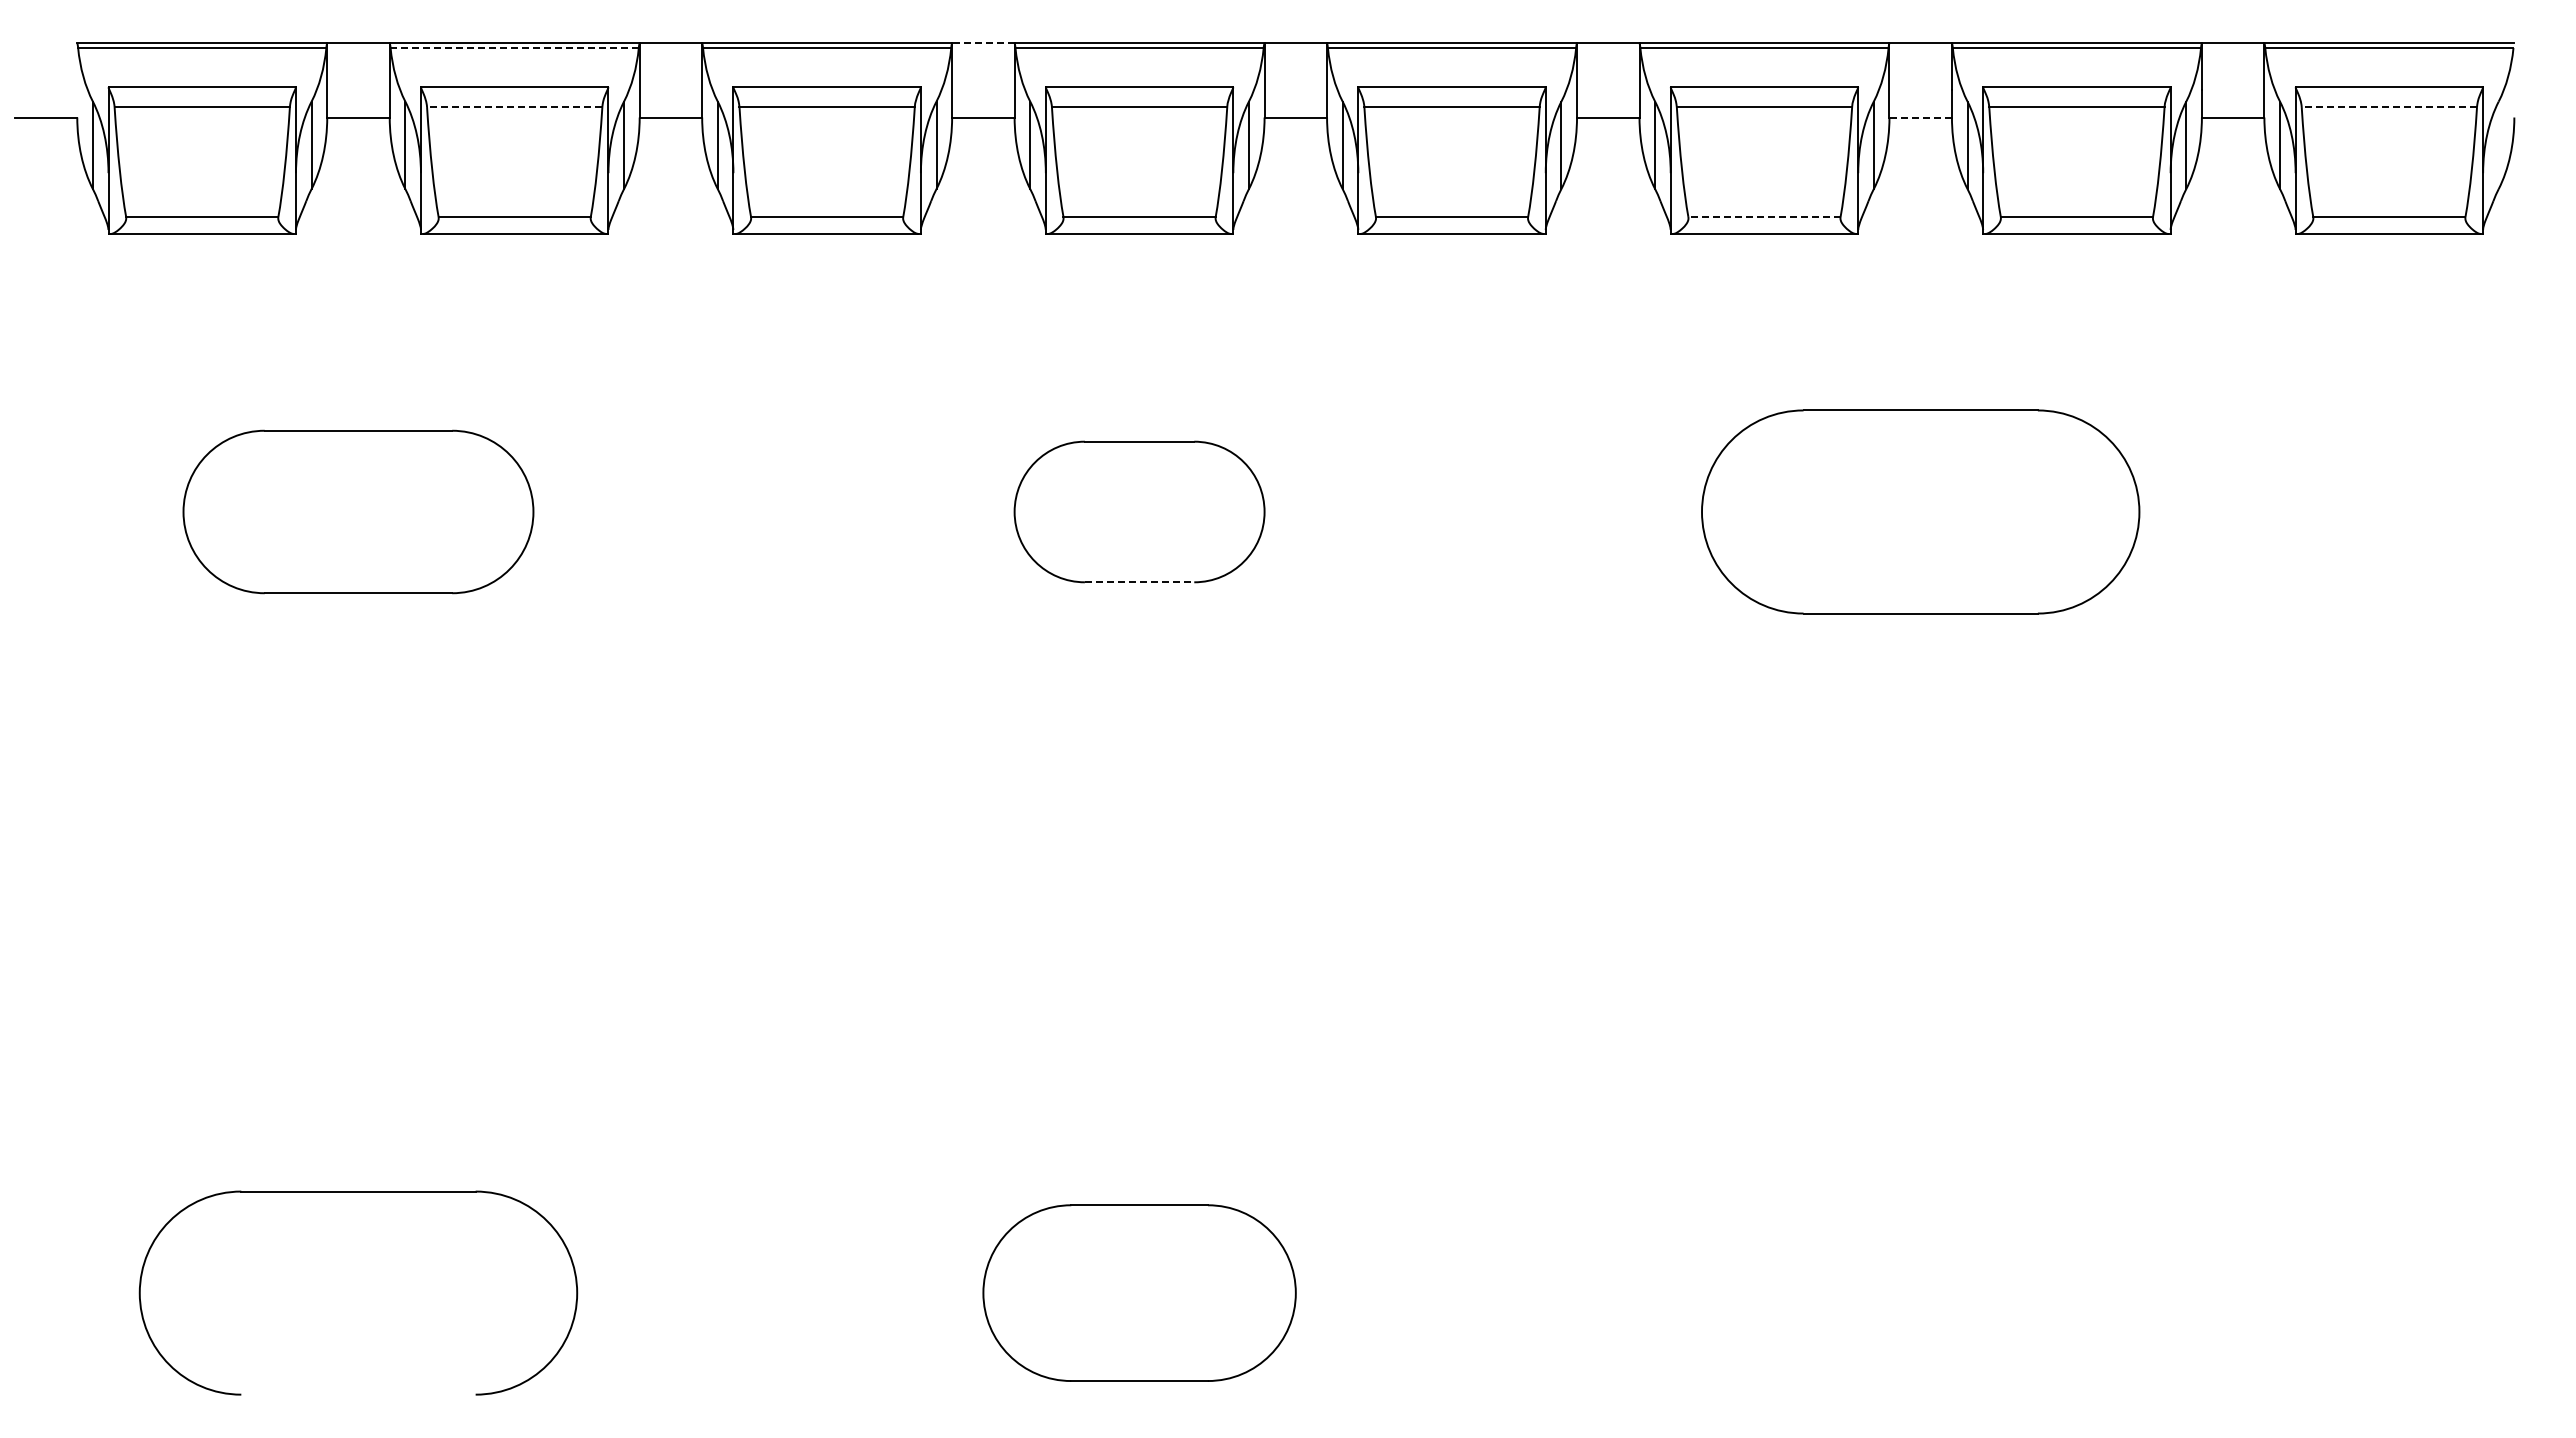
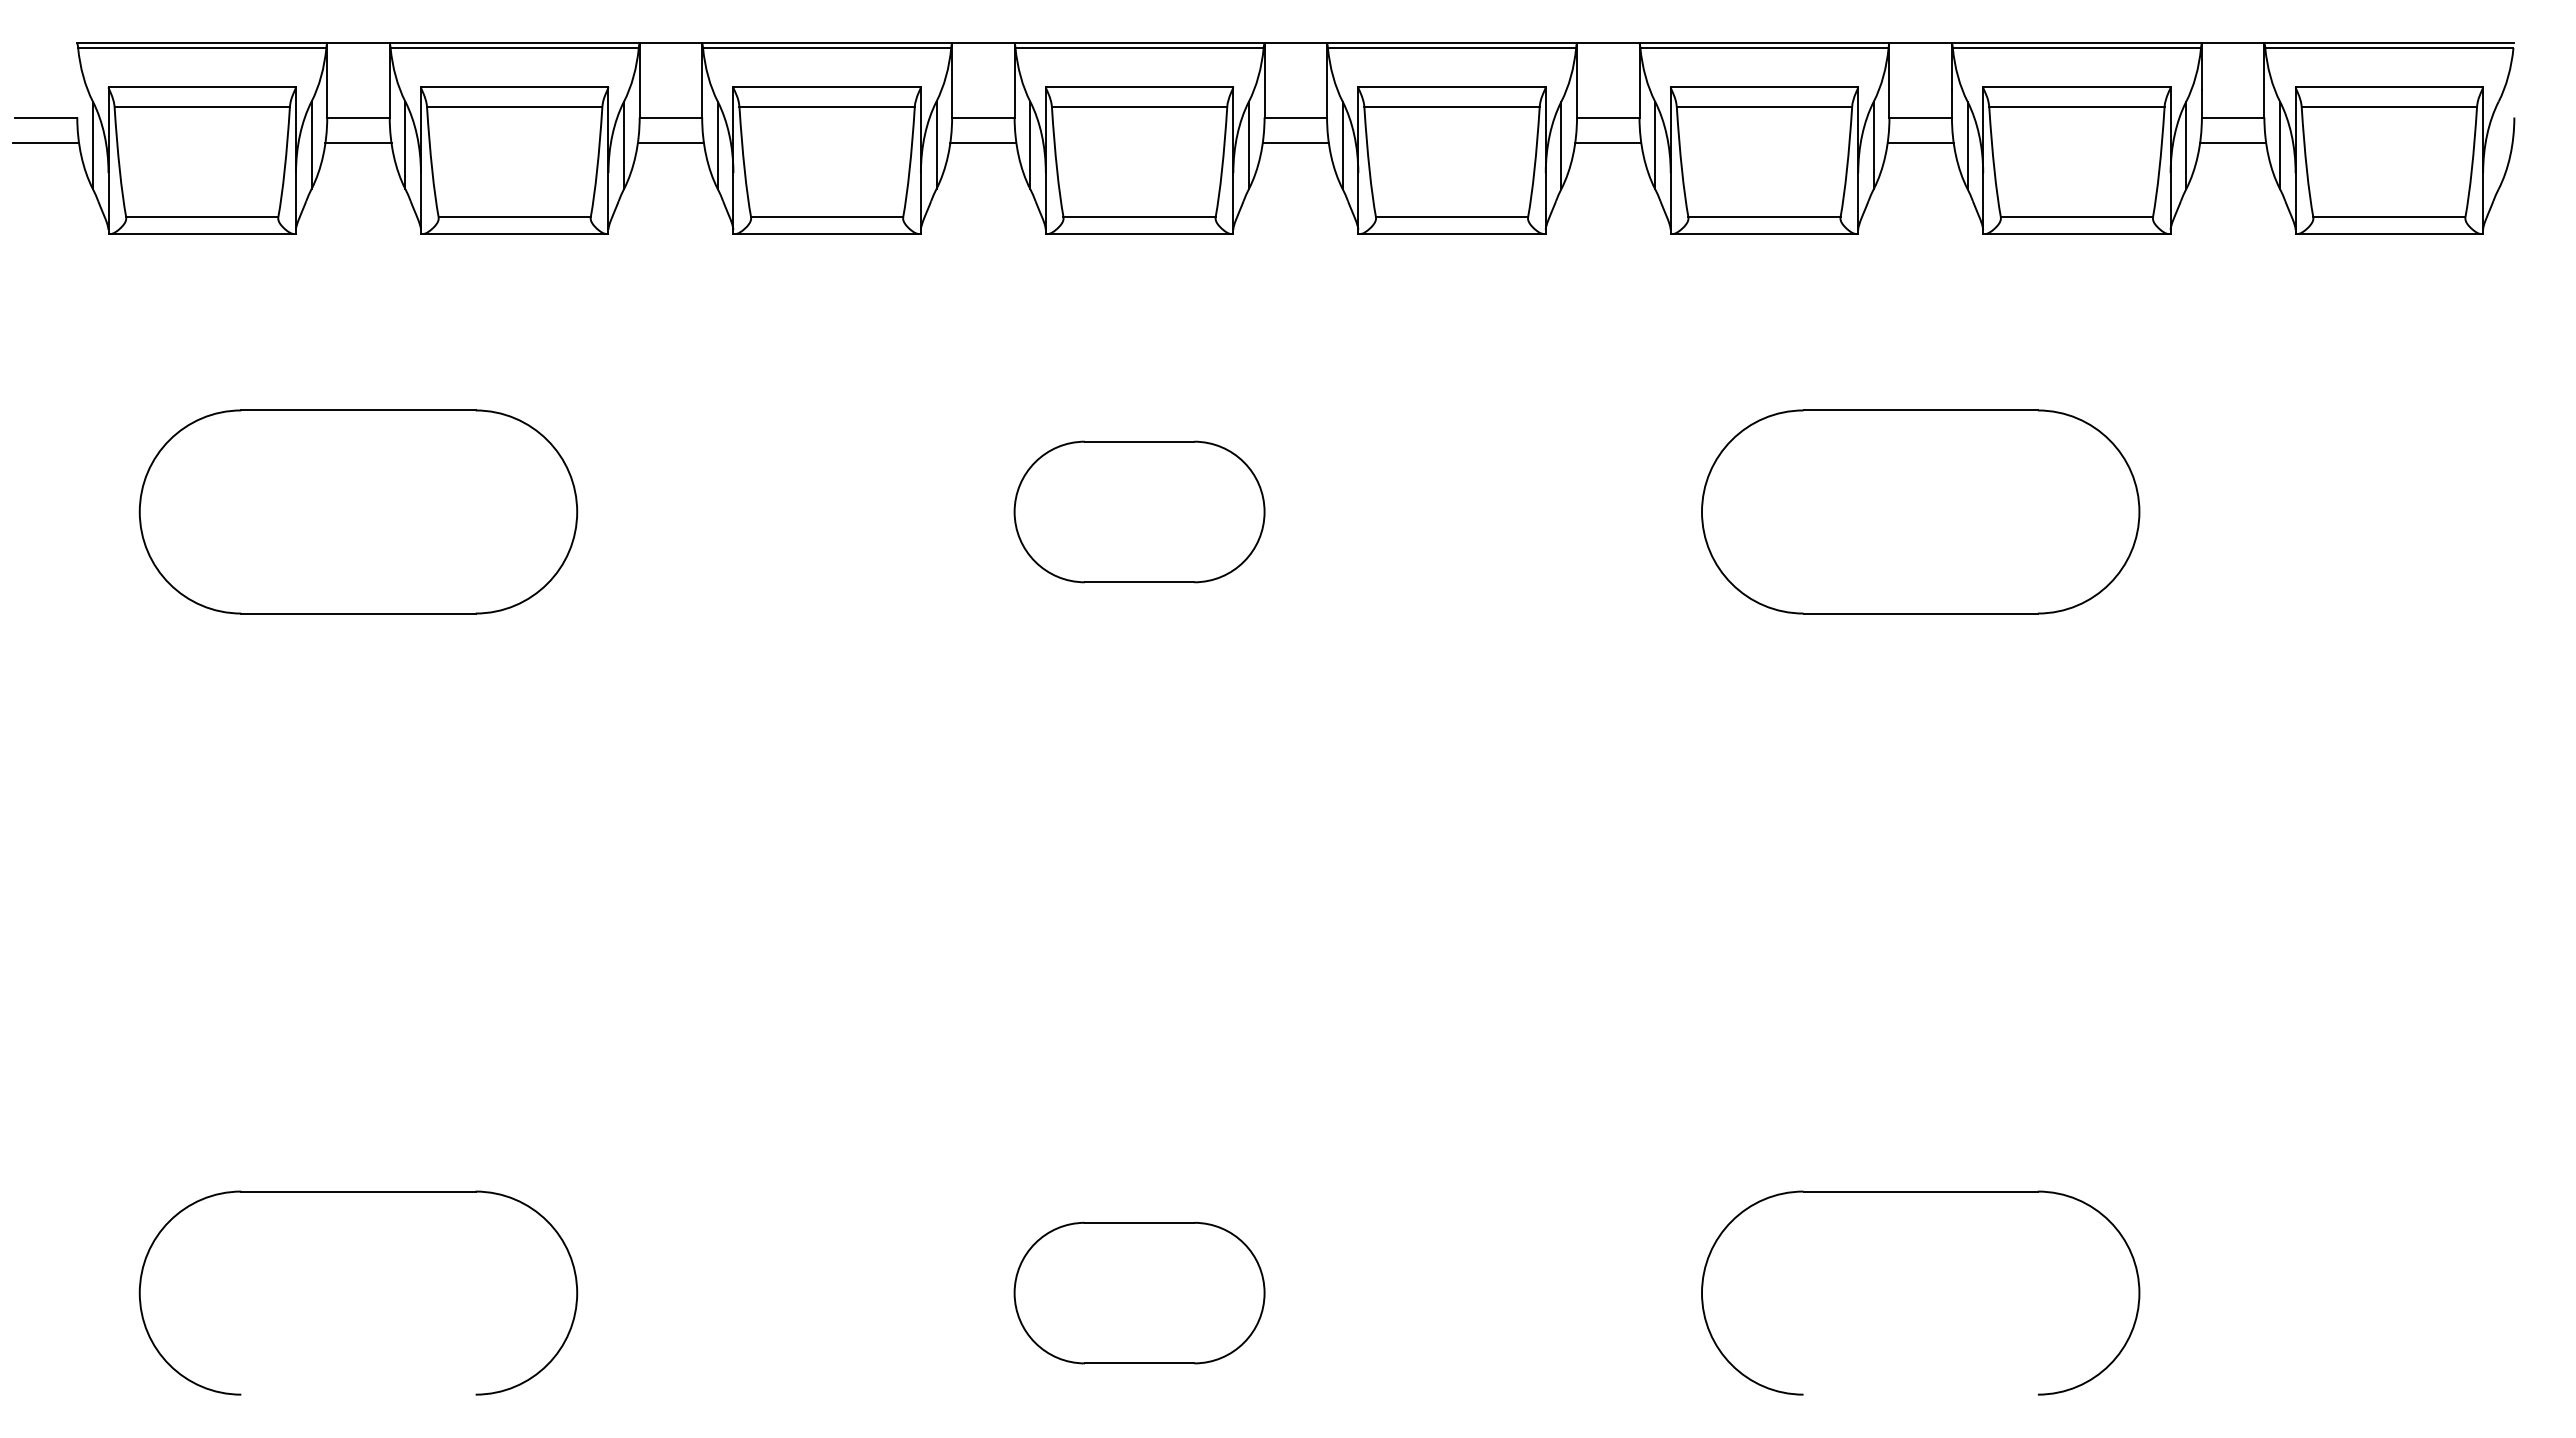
line at (982, 43): dashed -> solid
line at (514, 48): dashed -> solid
line at (514, 107): dashed -> solid
line at (2389, 107): dashed -> solid
line at (1920, 118): dashed -> solid
line at (45, 143): none -> present
line at (358, 143): none -> present
line at (670, 143): none -> present
line at (983, 143): none -> present
line at (1295, 143): none -> present
line at (1608, 143): none -> present
line at (1920, 143): none -> present
line at (2233, 143): none -> present
line at (1763, 216): dashed -> solid
part at (358, 511) size: 353x166 px -> 441x206 px
line at (1139, 582): dashed -> solid
part at (1920, 1192): none -> present
part at (1139, 1292) size: 315x178 px -> 253x144 px
